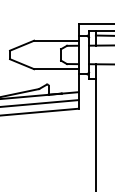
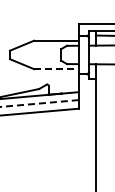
line at (56, 69): solid -> dashed
line at (39, 103): solid -> dashed
